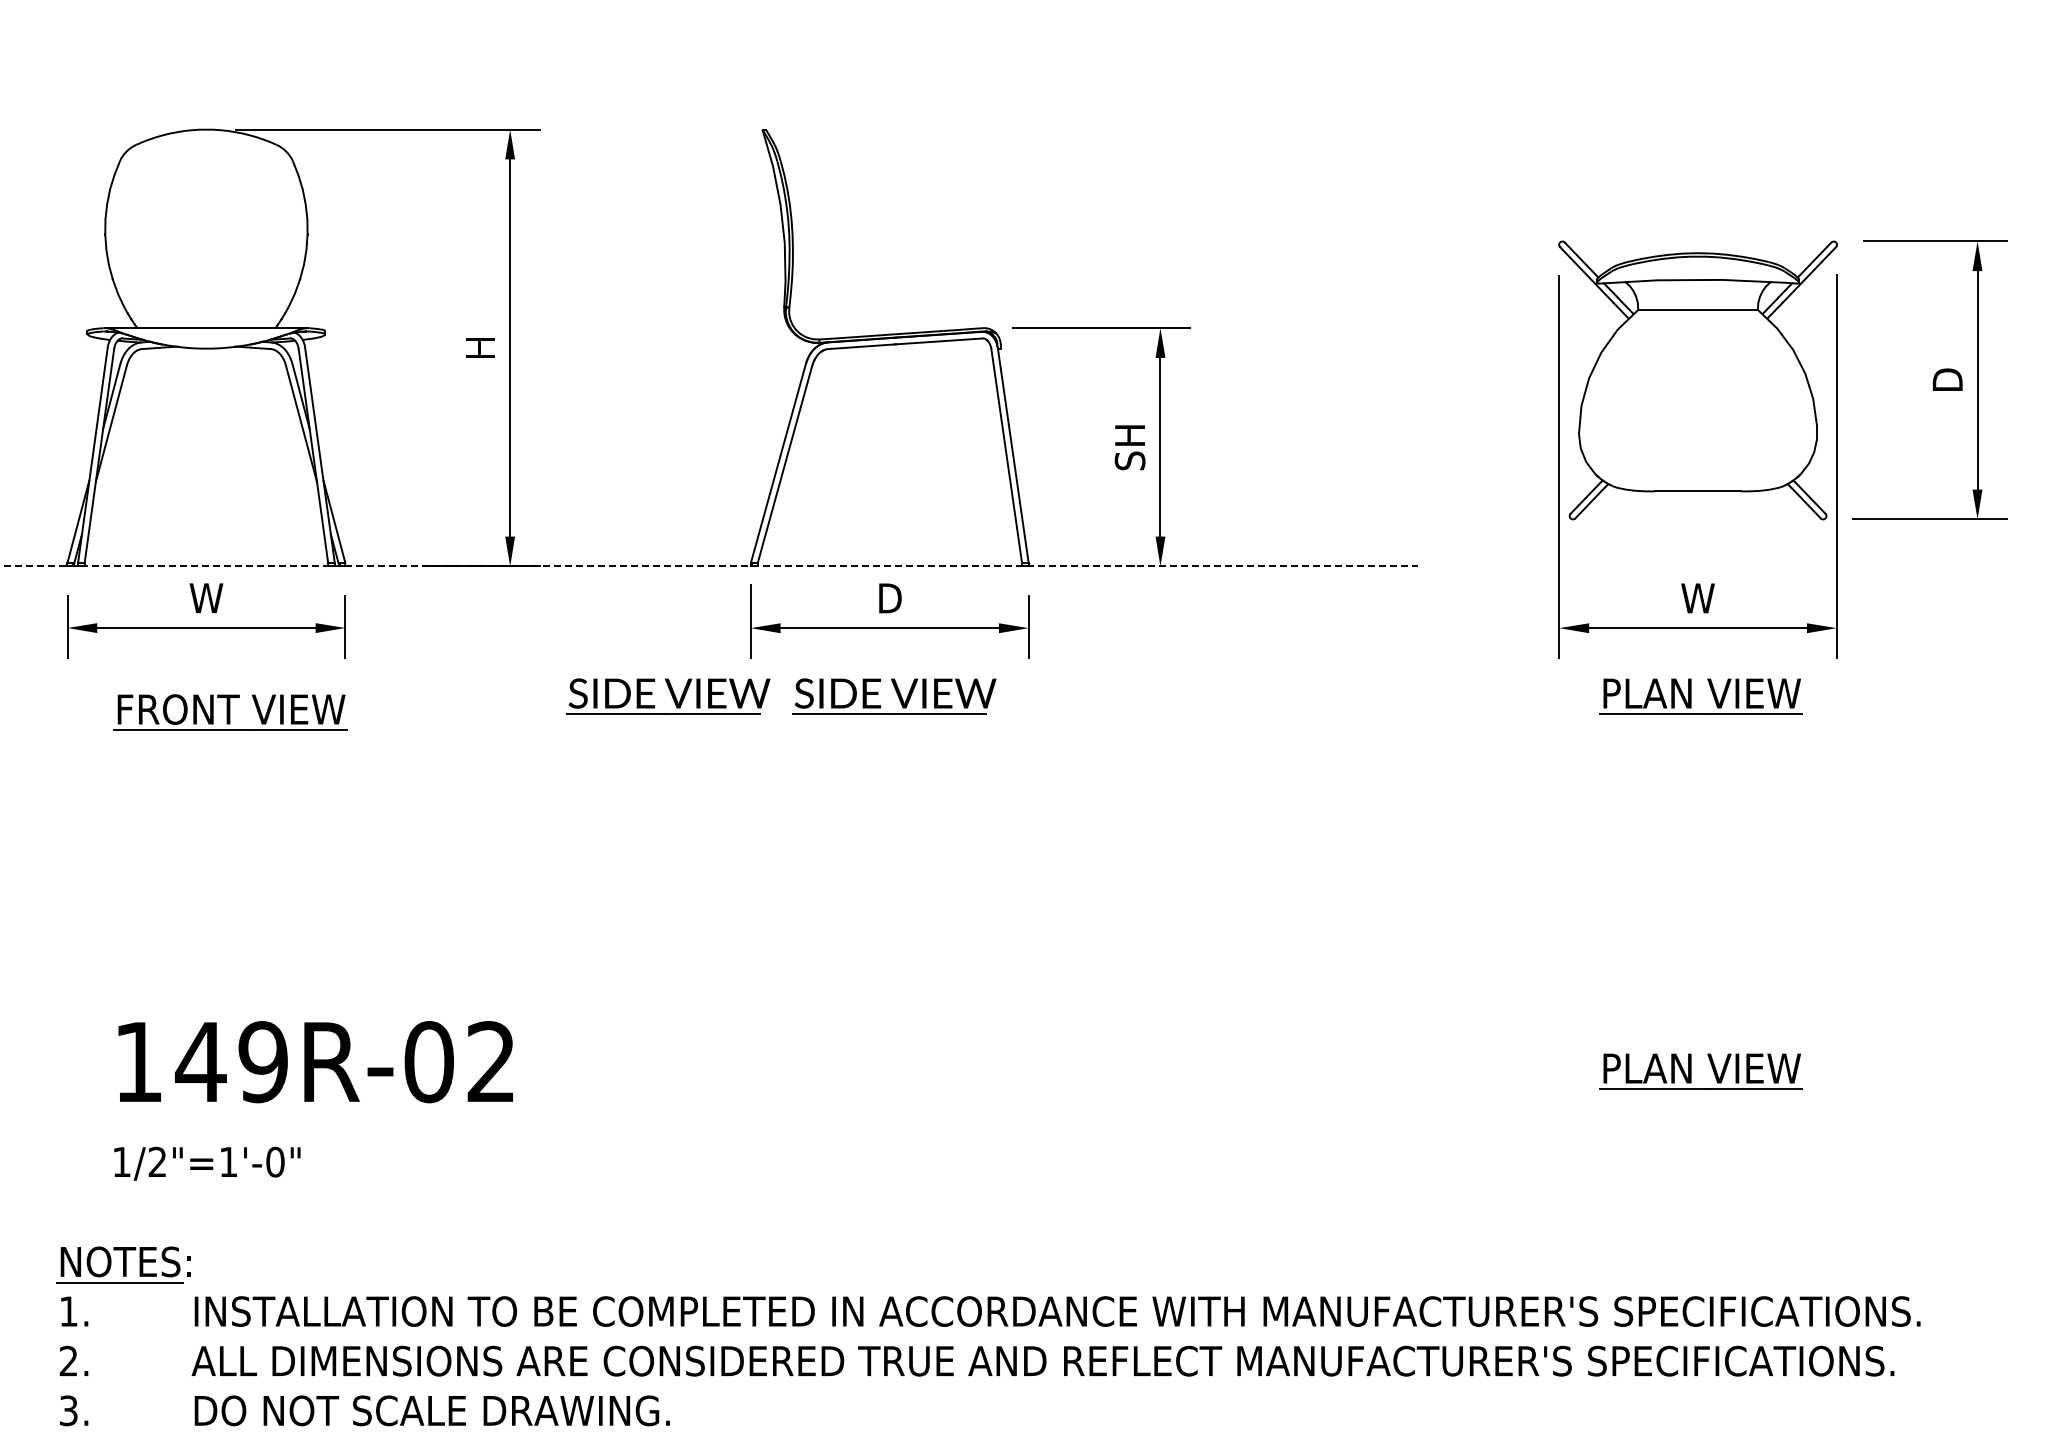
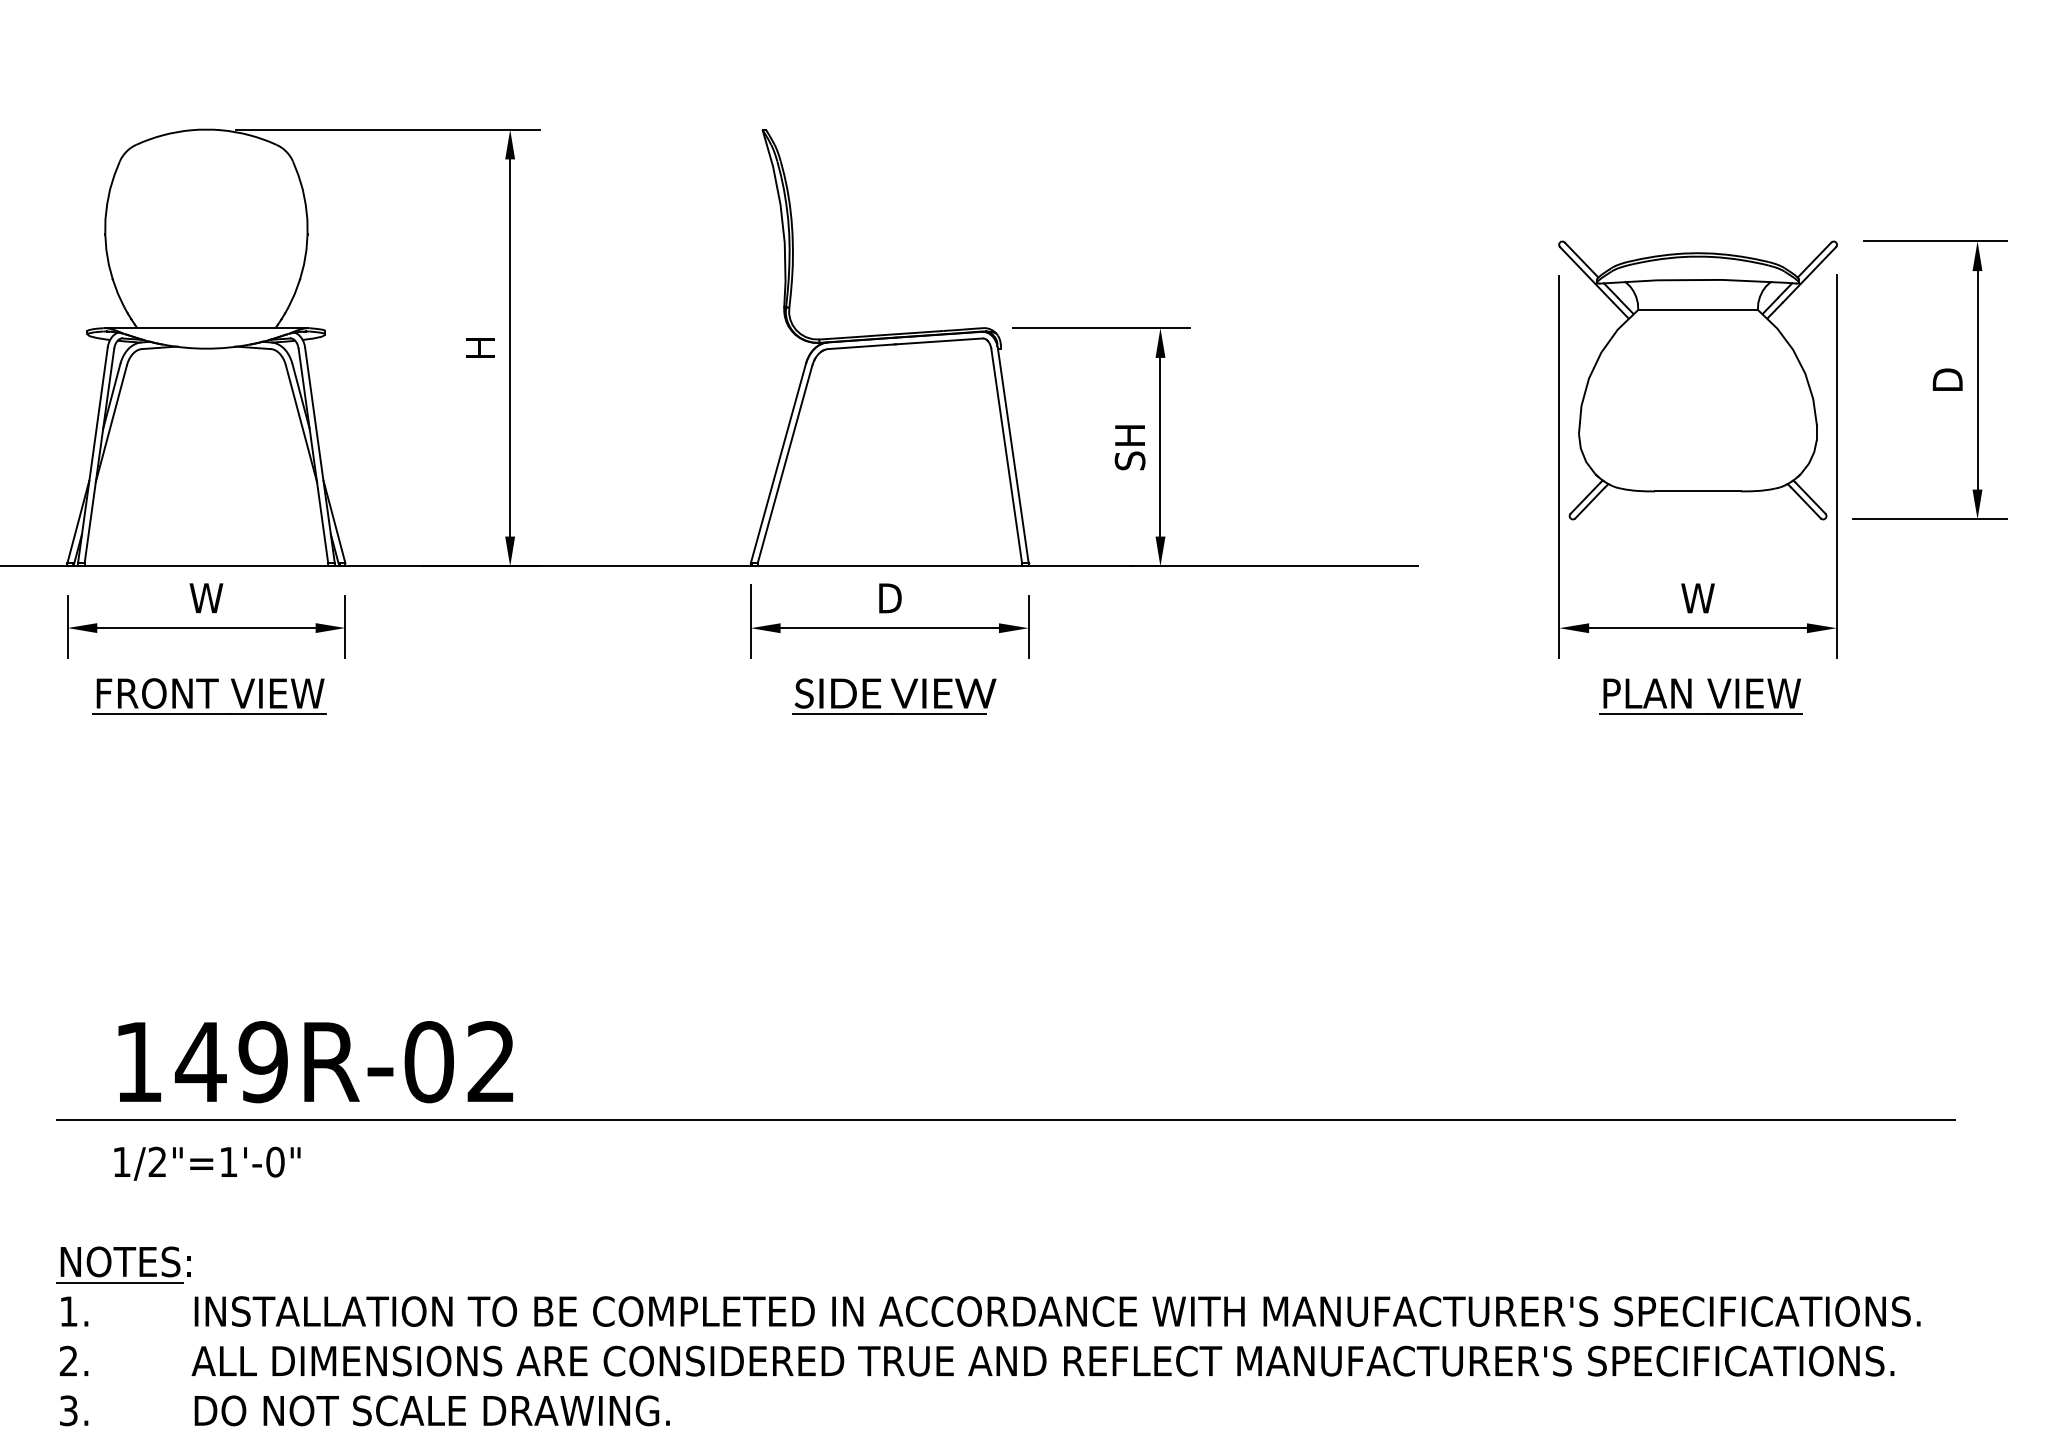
line at (709, 566): dashed -> solid
part at (668, 696): present -> none
part at (230, 712) position: (230, 712) -> (209, 696)
part at (1691, 1071): present -> none
line at (1005, 1119): none -> present
